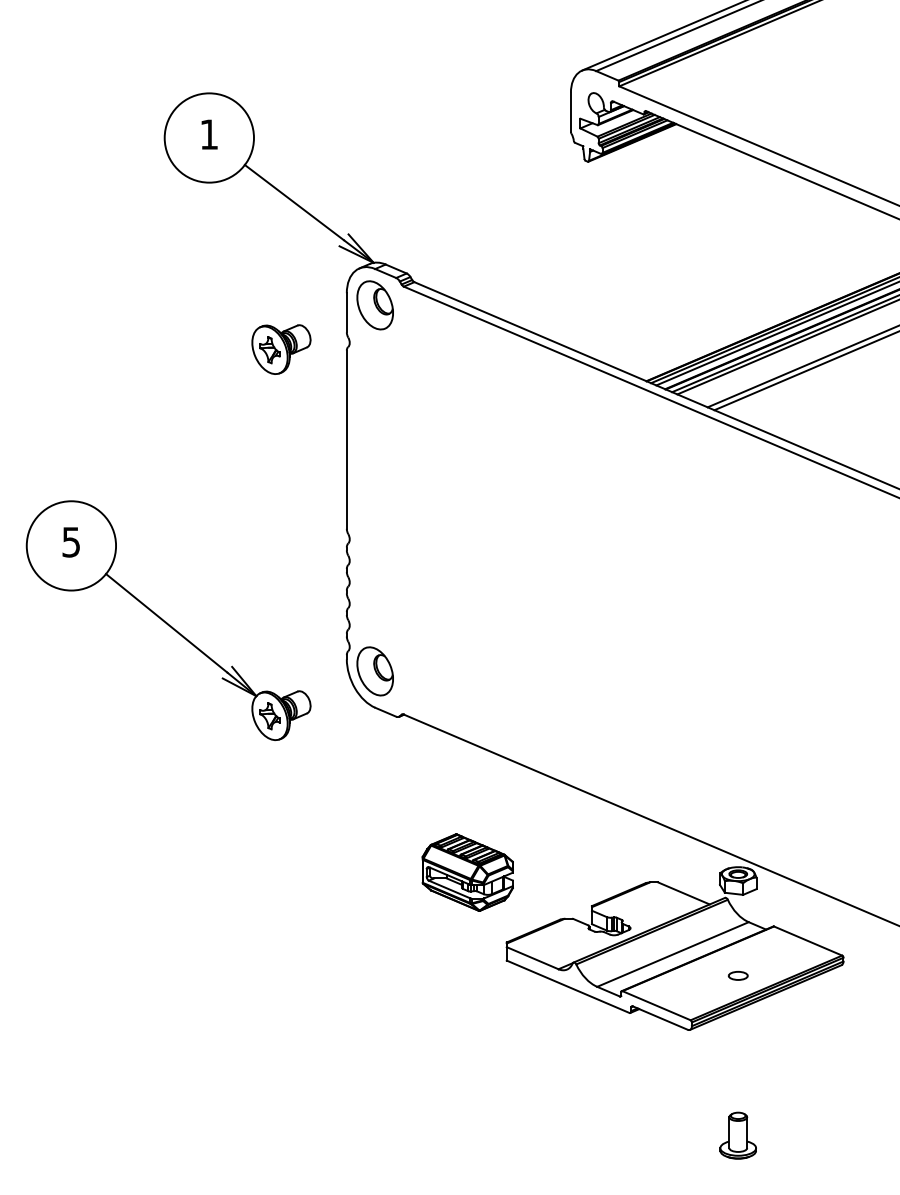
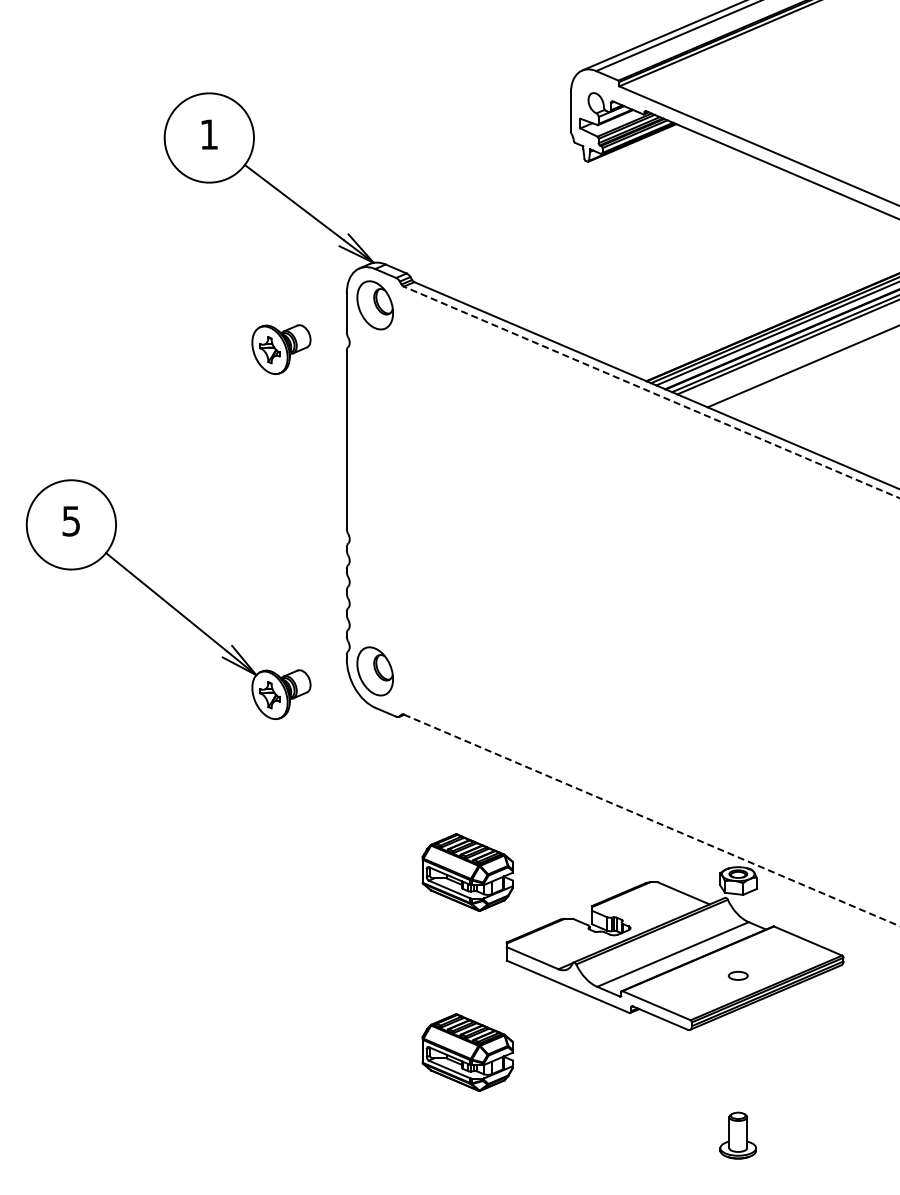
line at (805, 371): present -> none
line at (651, 392): solid -> dashed
part at (168, 620) position: (168, 620) -> (168, 599)
line at (652, 820): solid -> dashed
part at (467, 1052): none -> present
